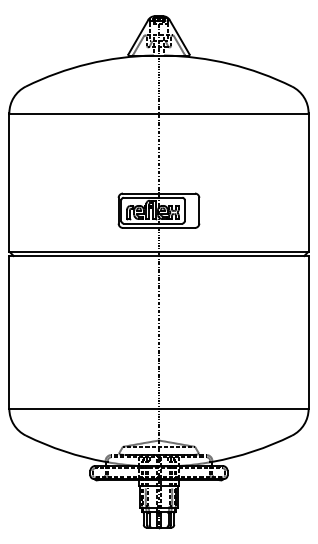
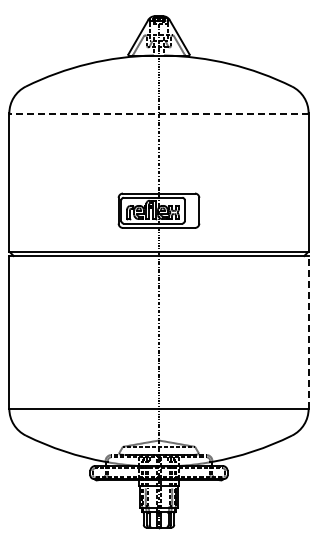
line at (159, 113): solid -> dashed
line at (308, 331): solid -> dashed
